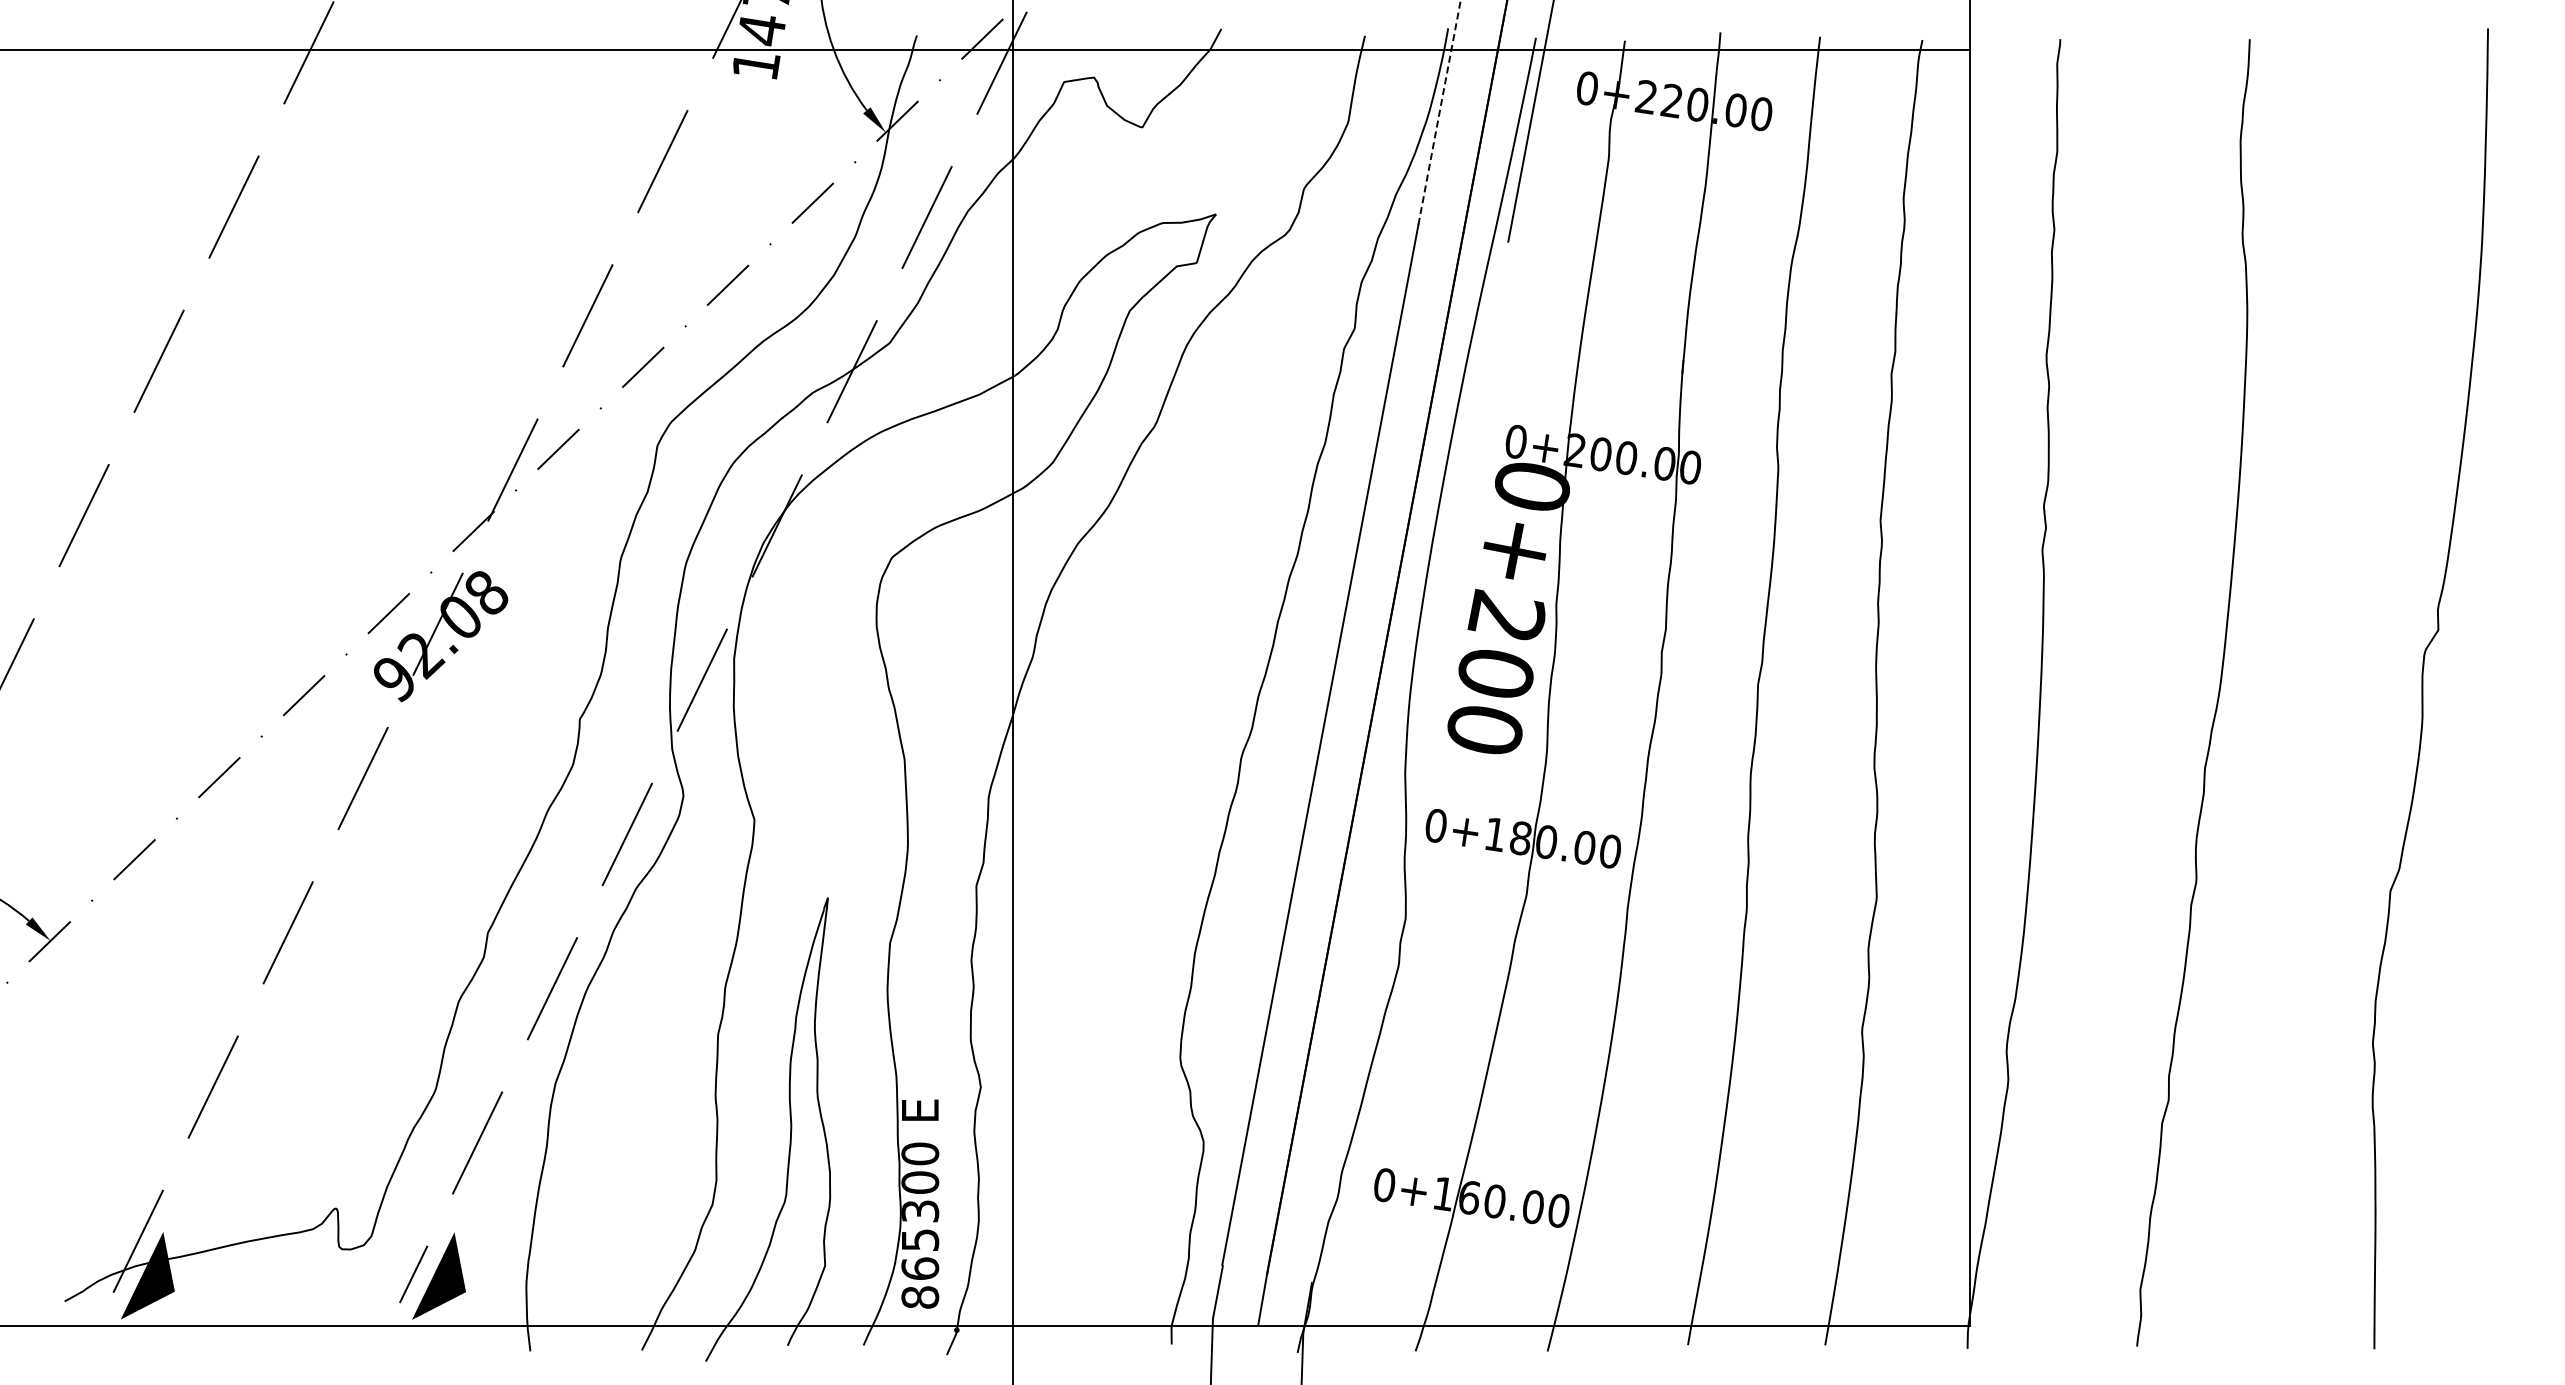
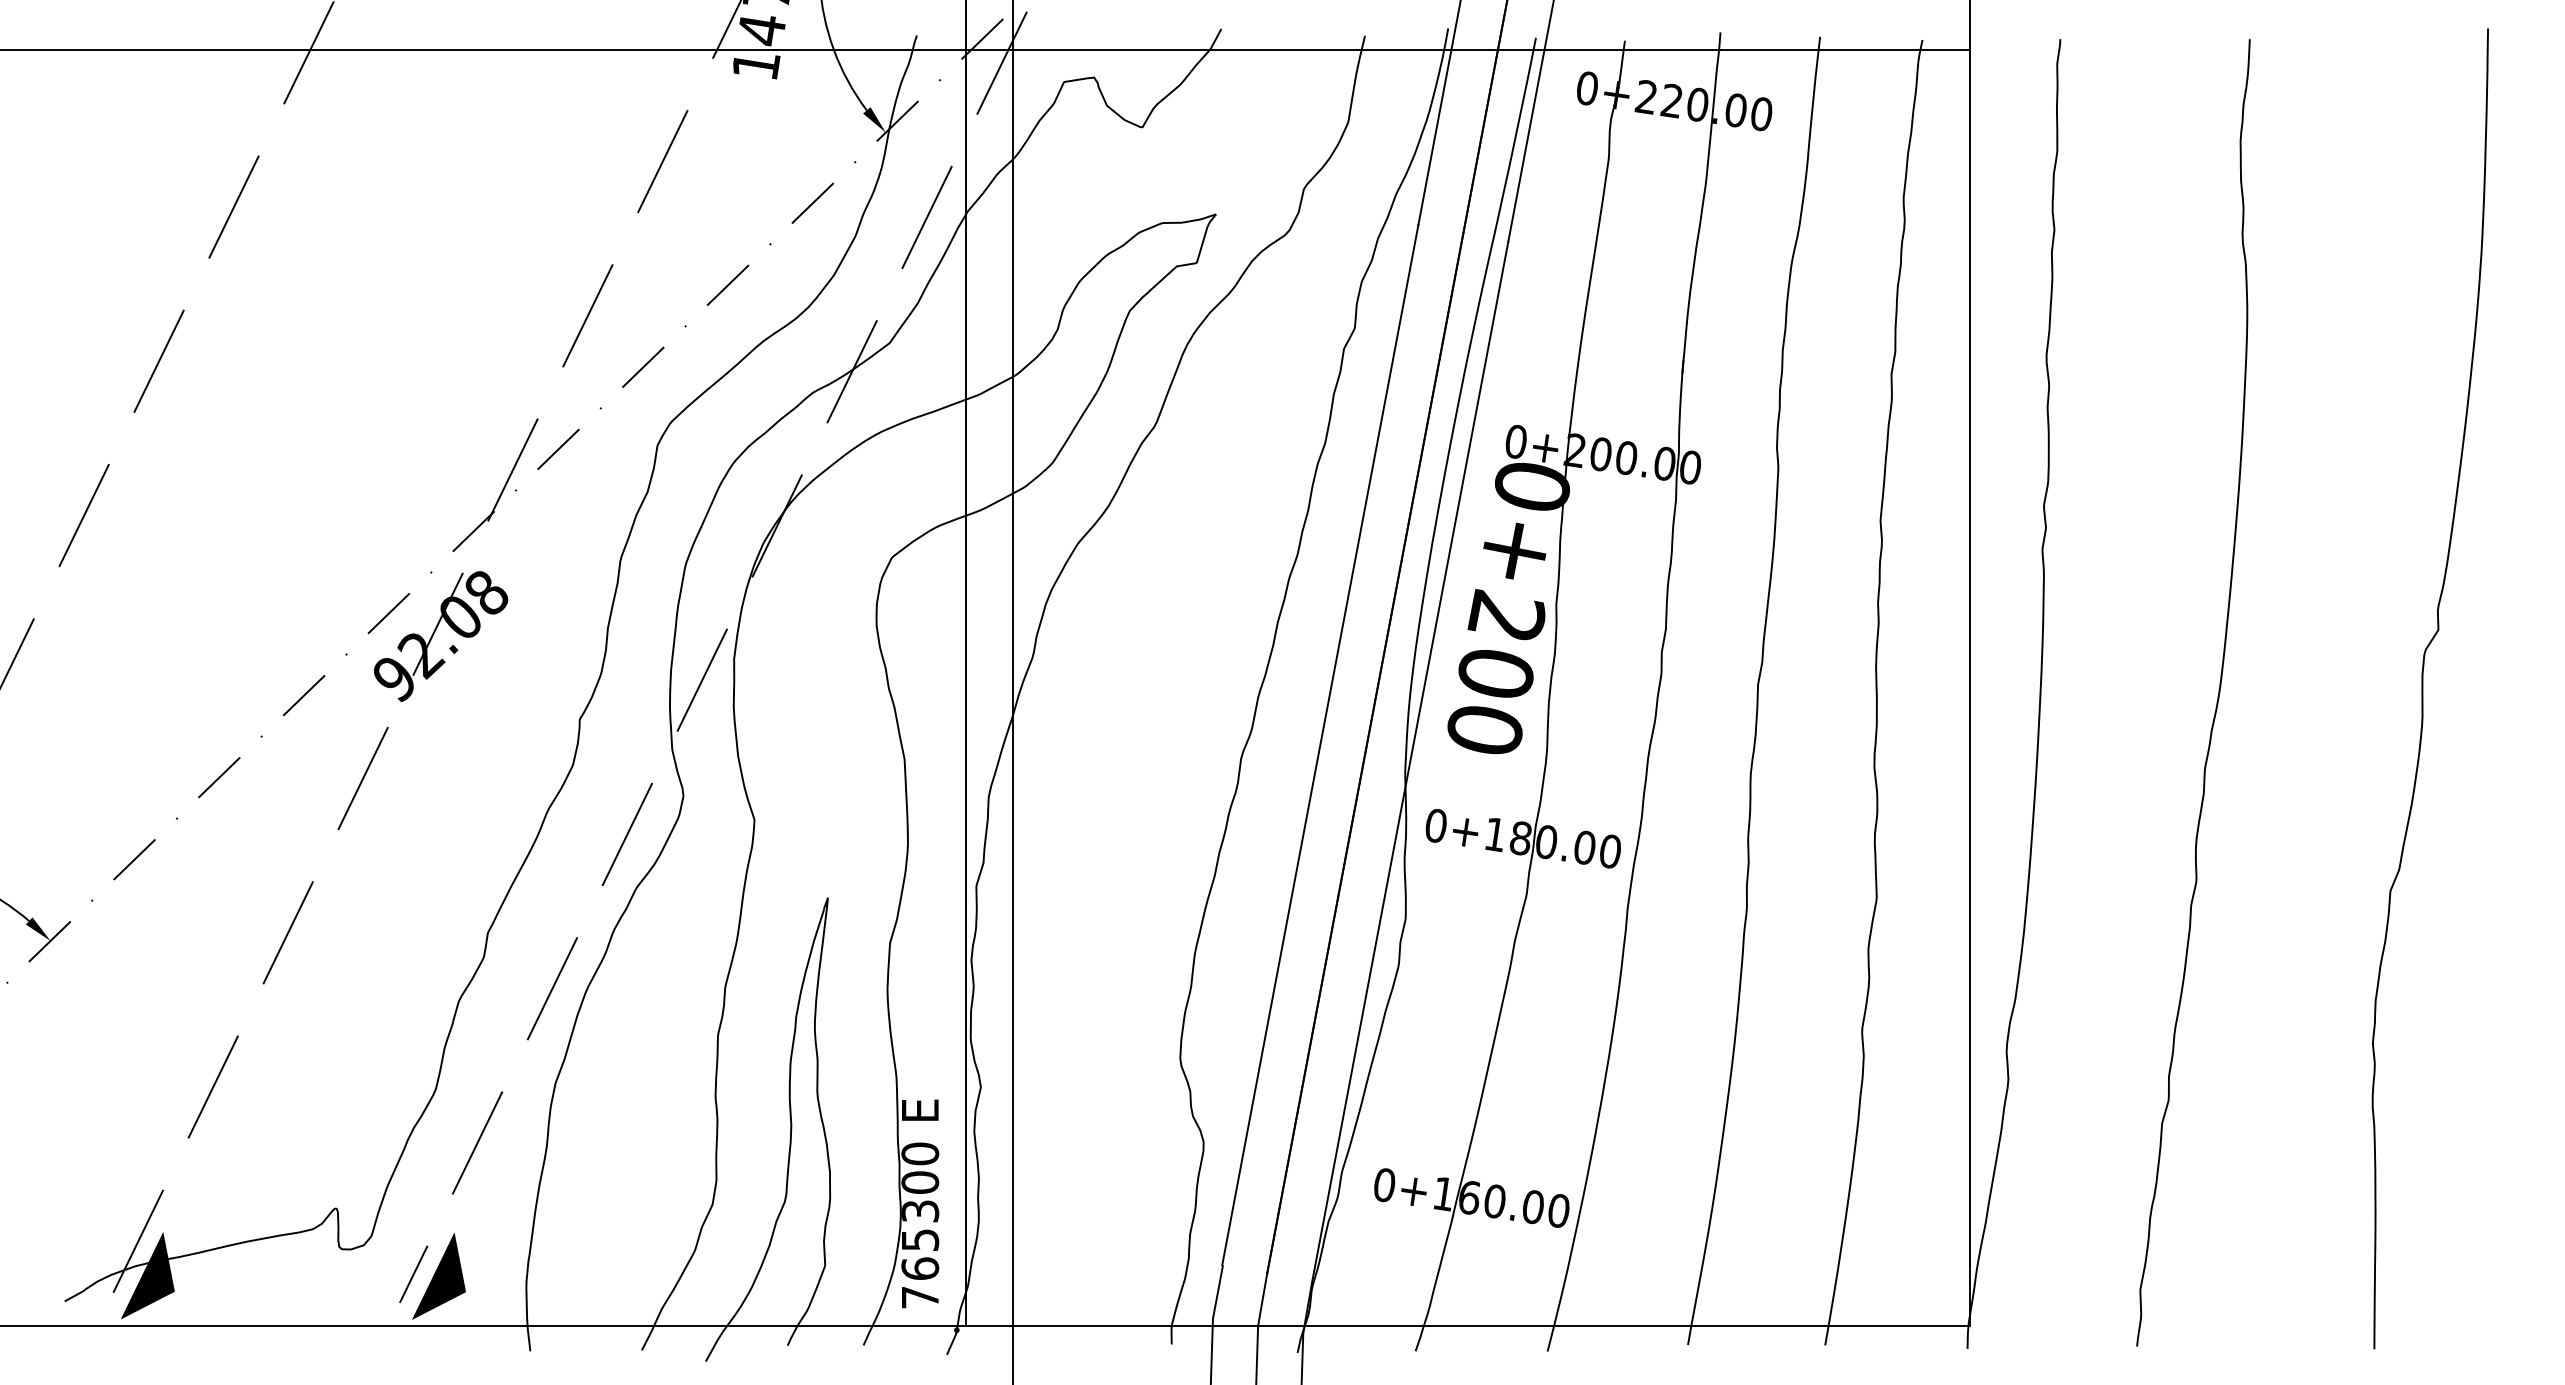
line at (1439, 112): dashed -> solid
line at (965, 663): none -> present
line at (1410, 761): none -> present
text at (920, 1297): 865300 -> 765300
line at (1257, 1353): none -> present
